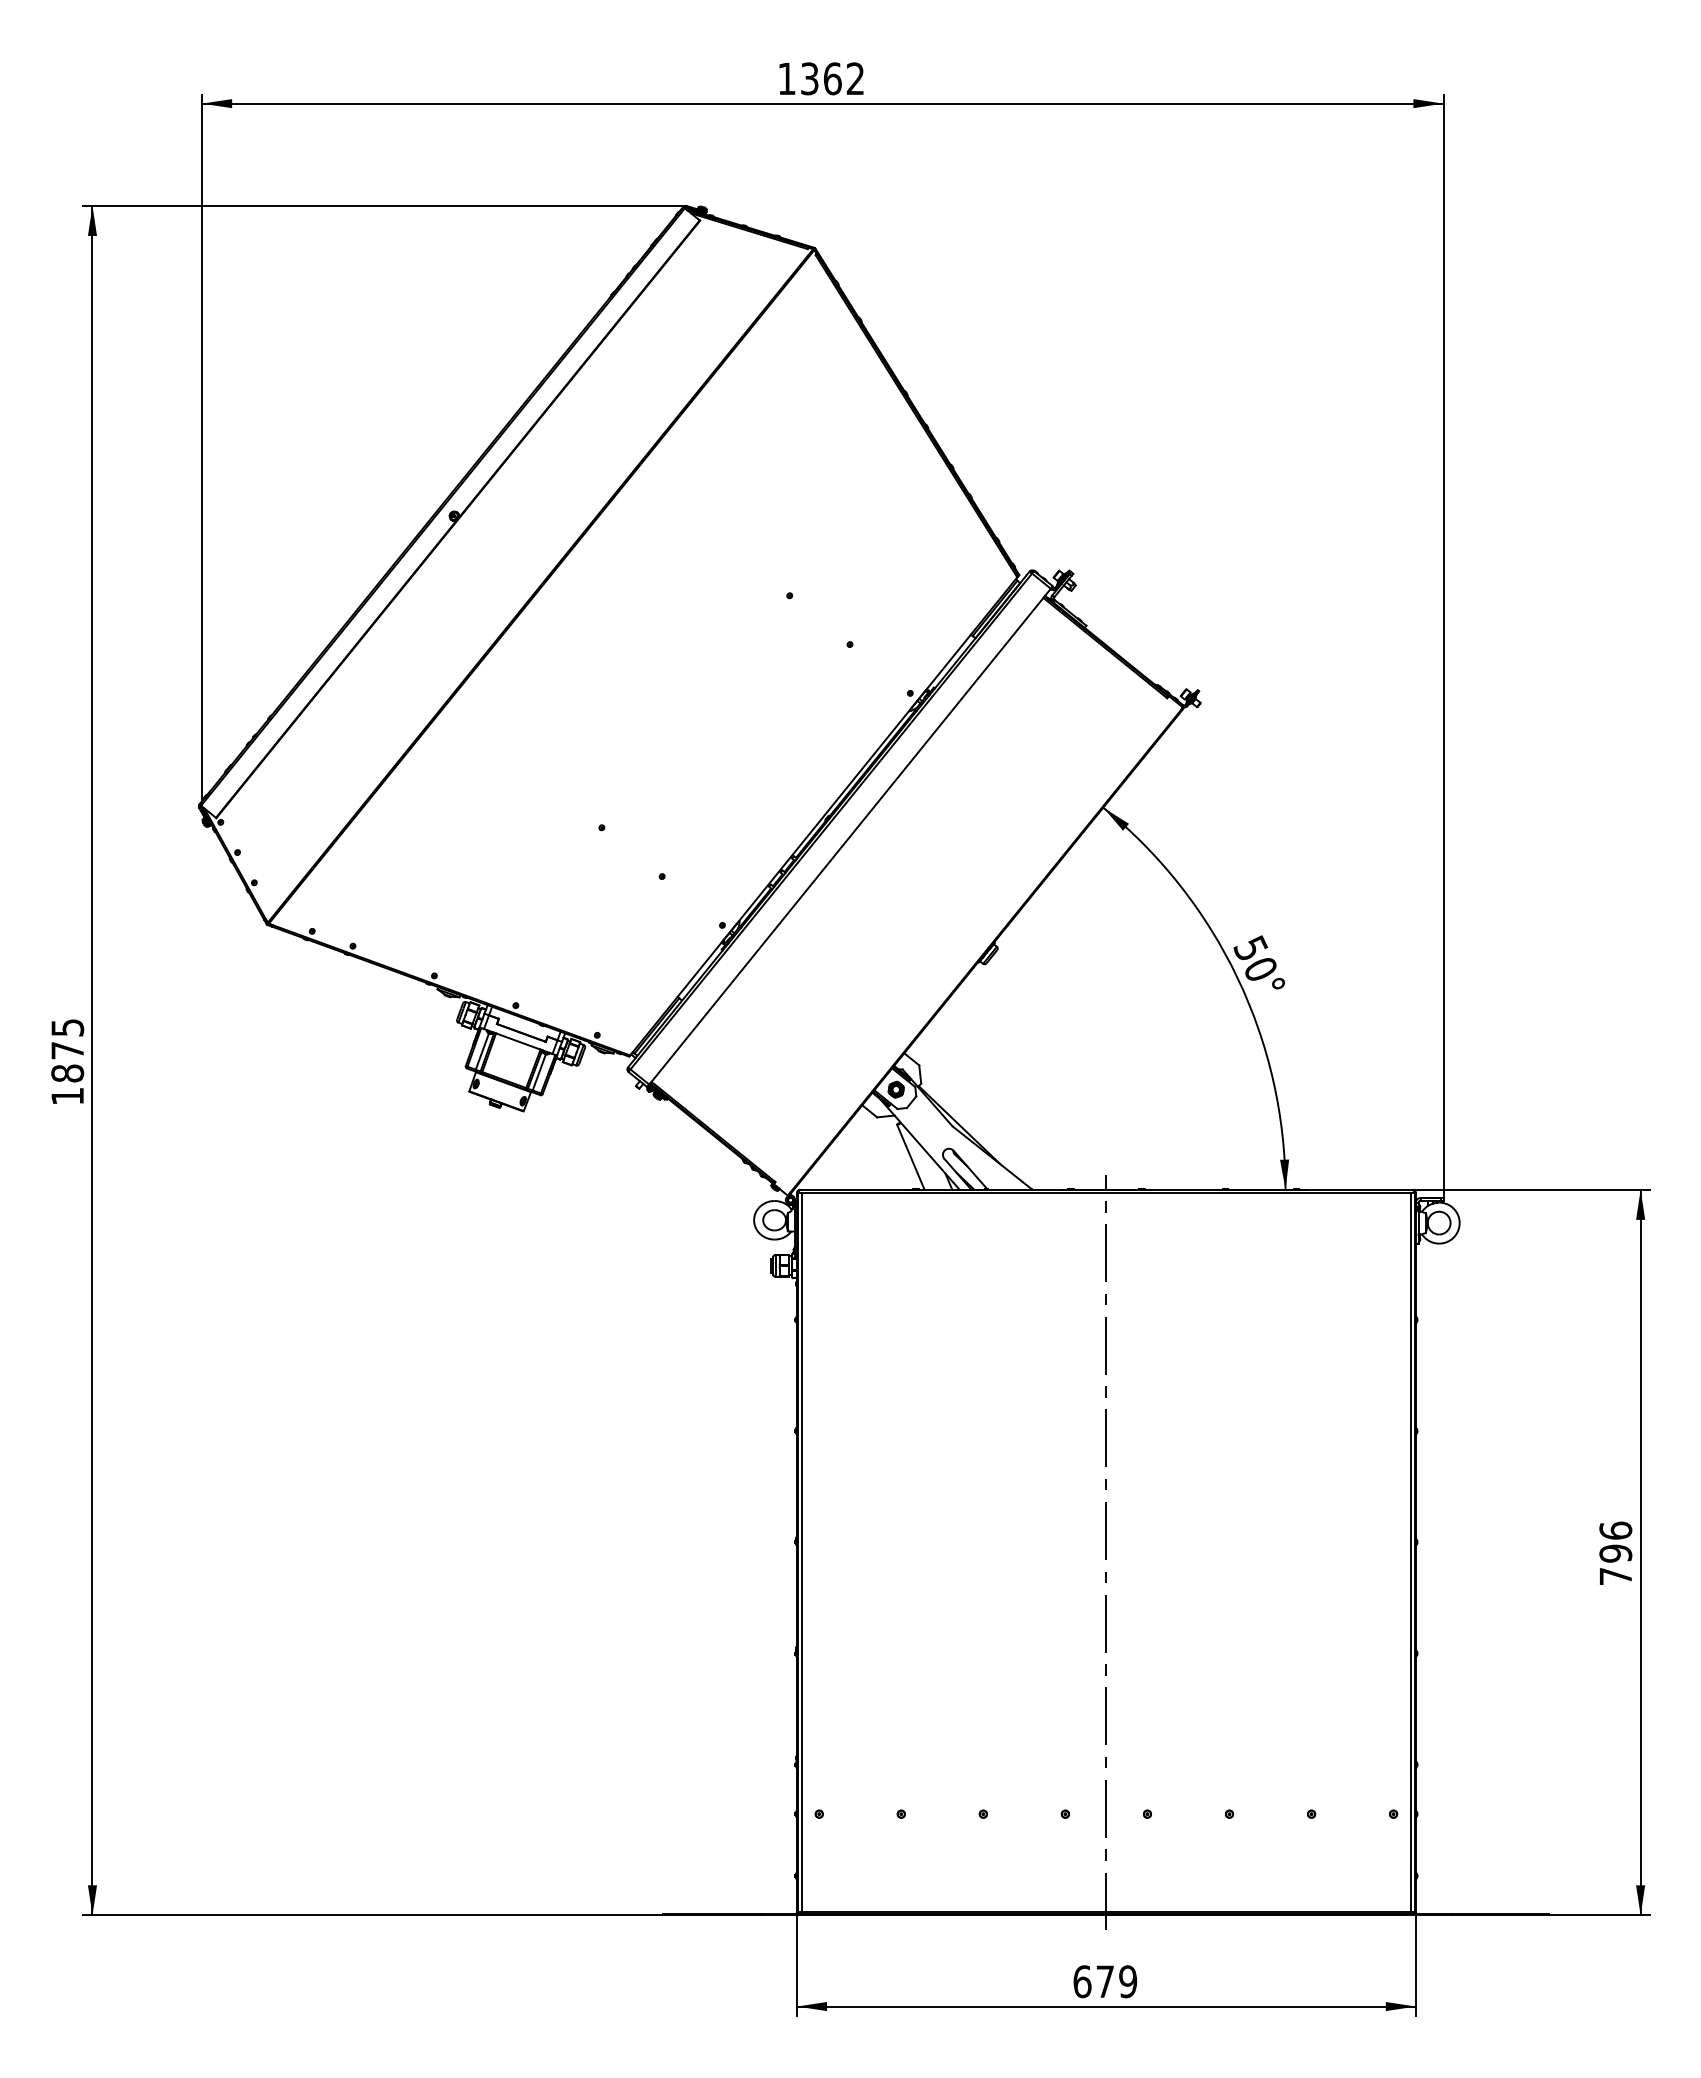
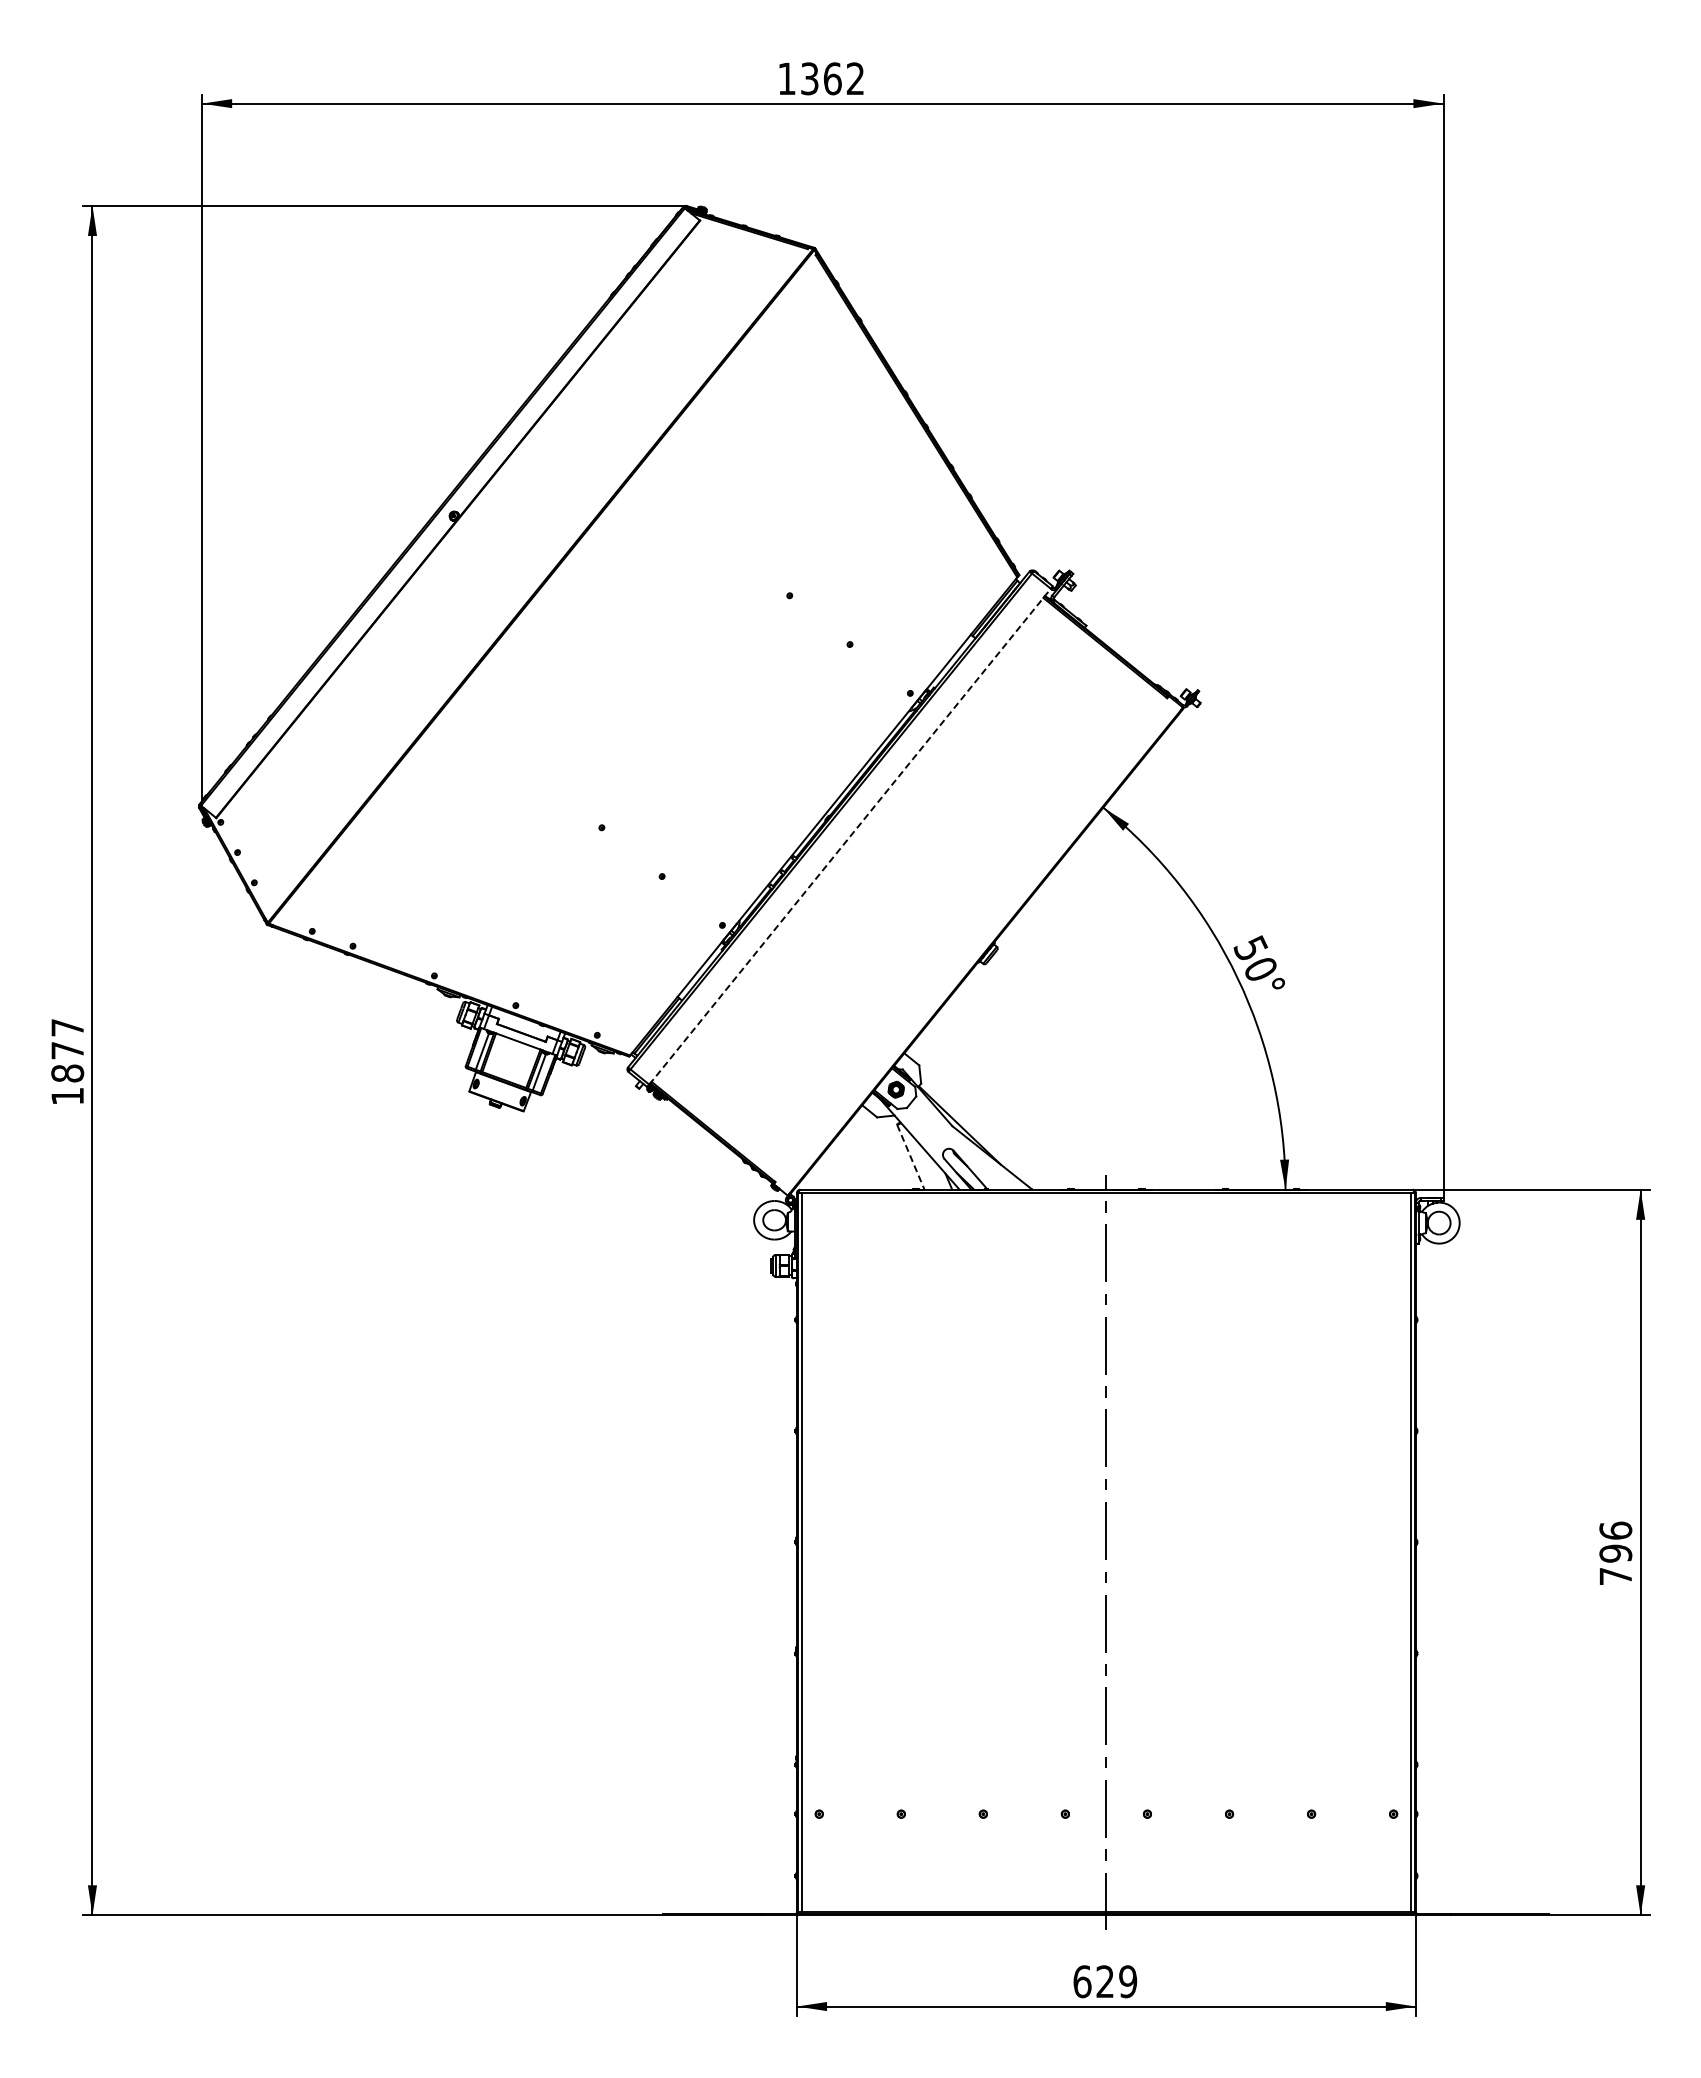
line at (850, 836): solid -> dashed
text at (67, 1027): 1875 -> 1877
line at (911, 1157): solid -> dashed
text at (1104, 1981): 679 -> 629
